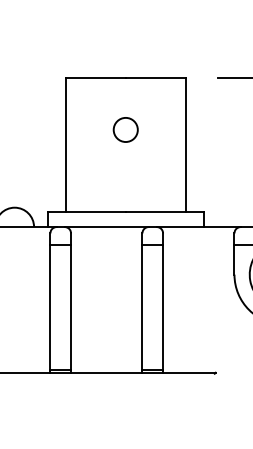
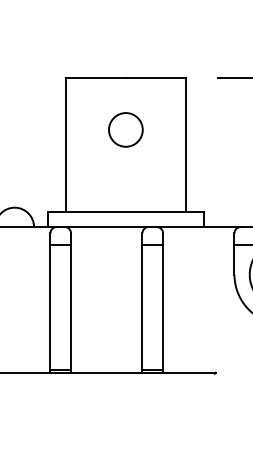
circle at (125, 129) size: 27x26 px -> 36x36 px
